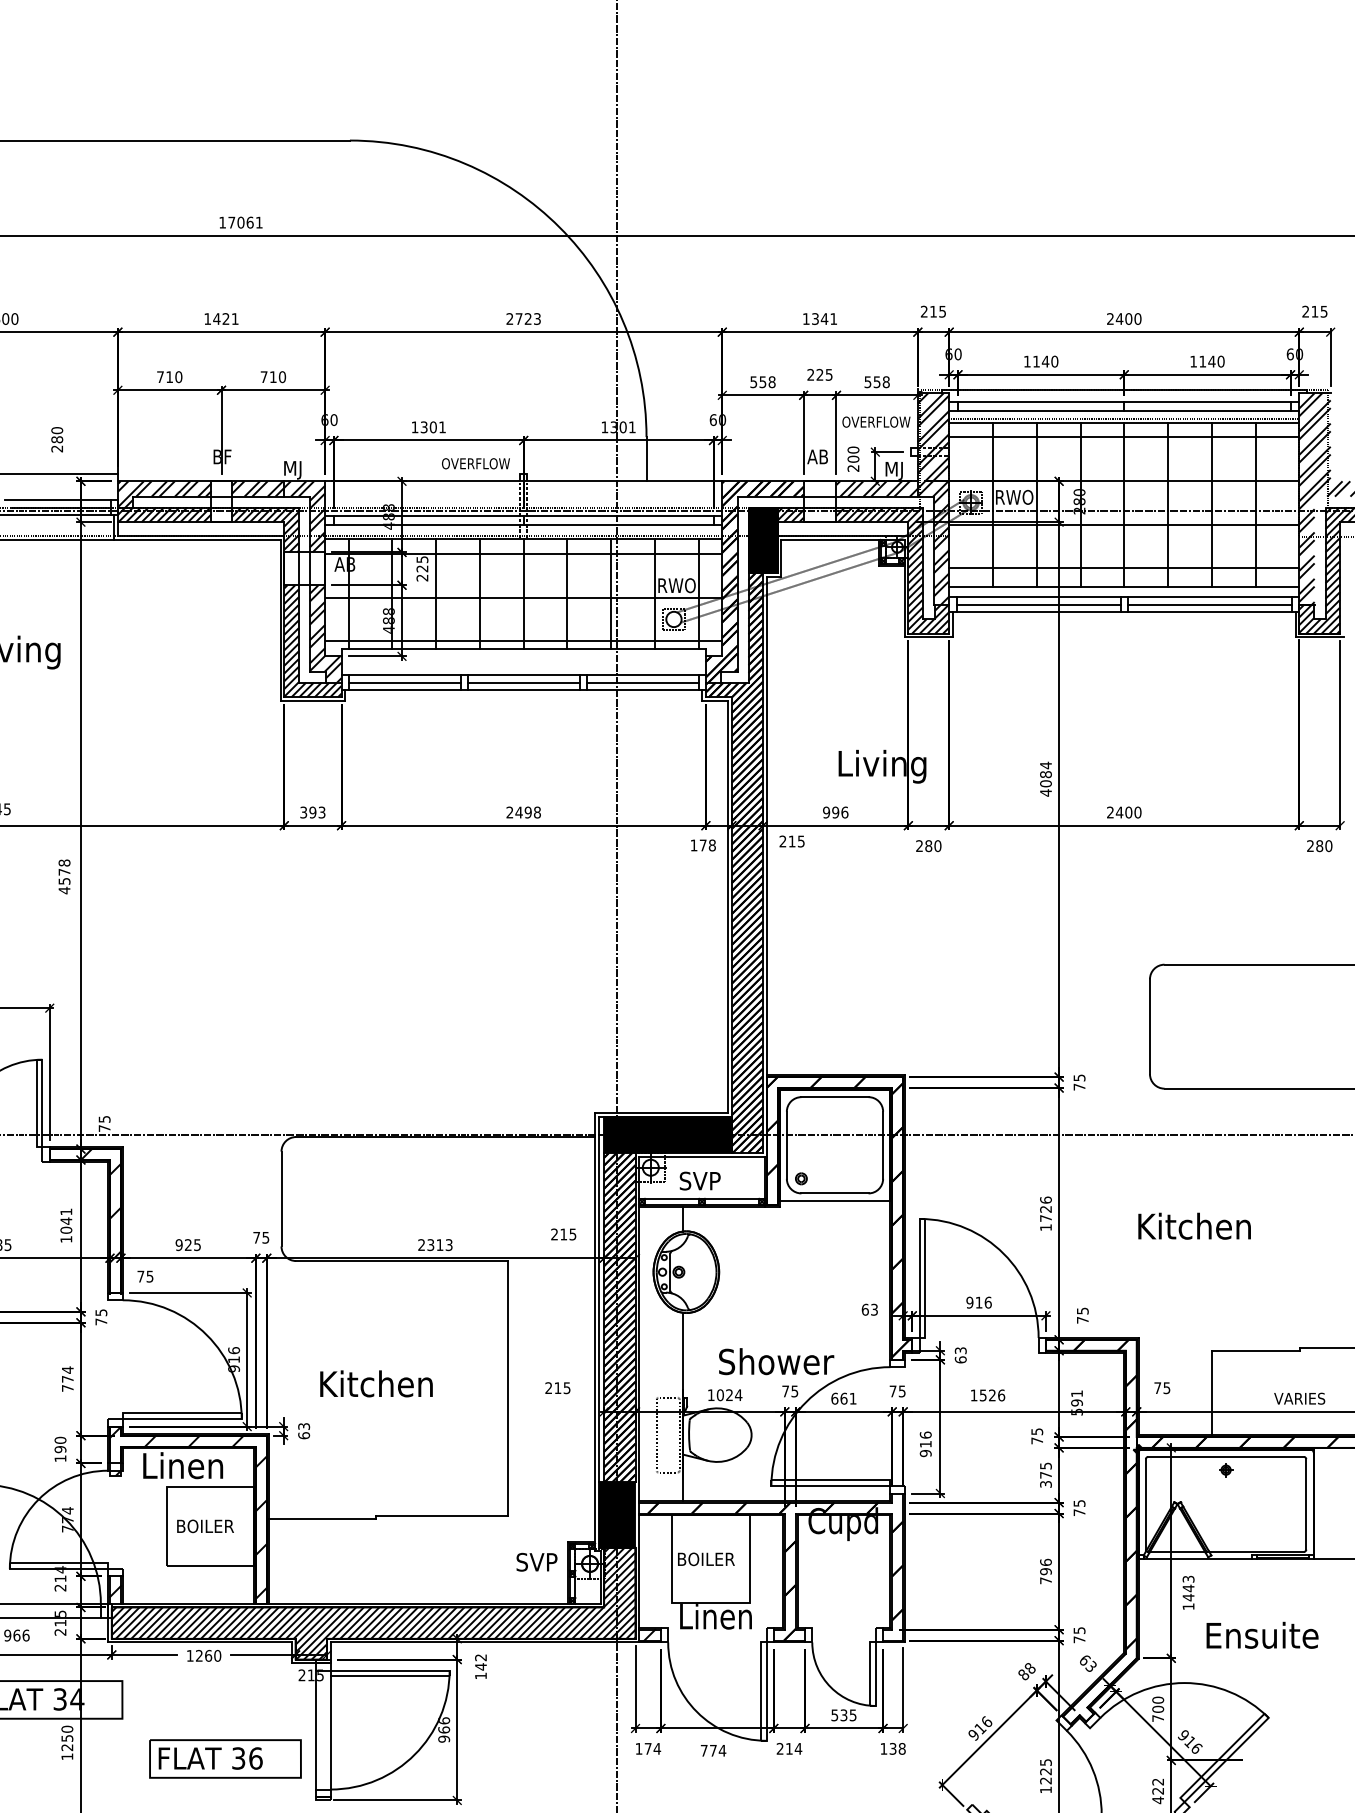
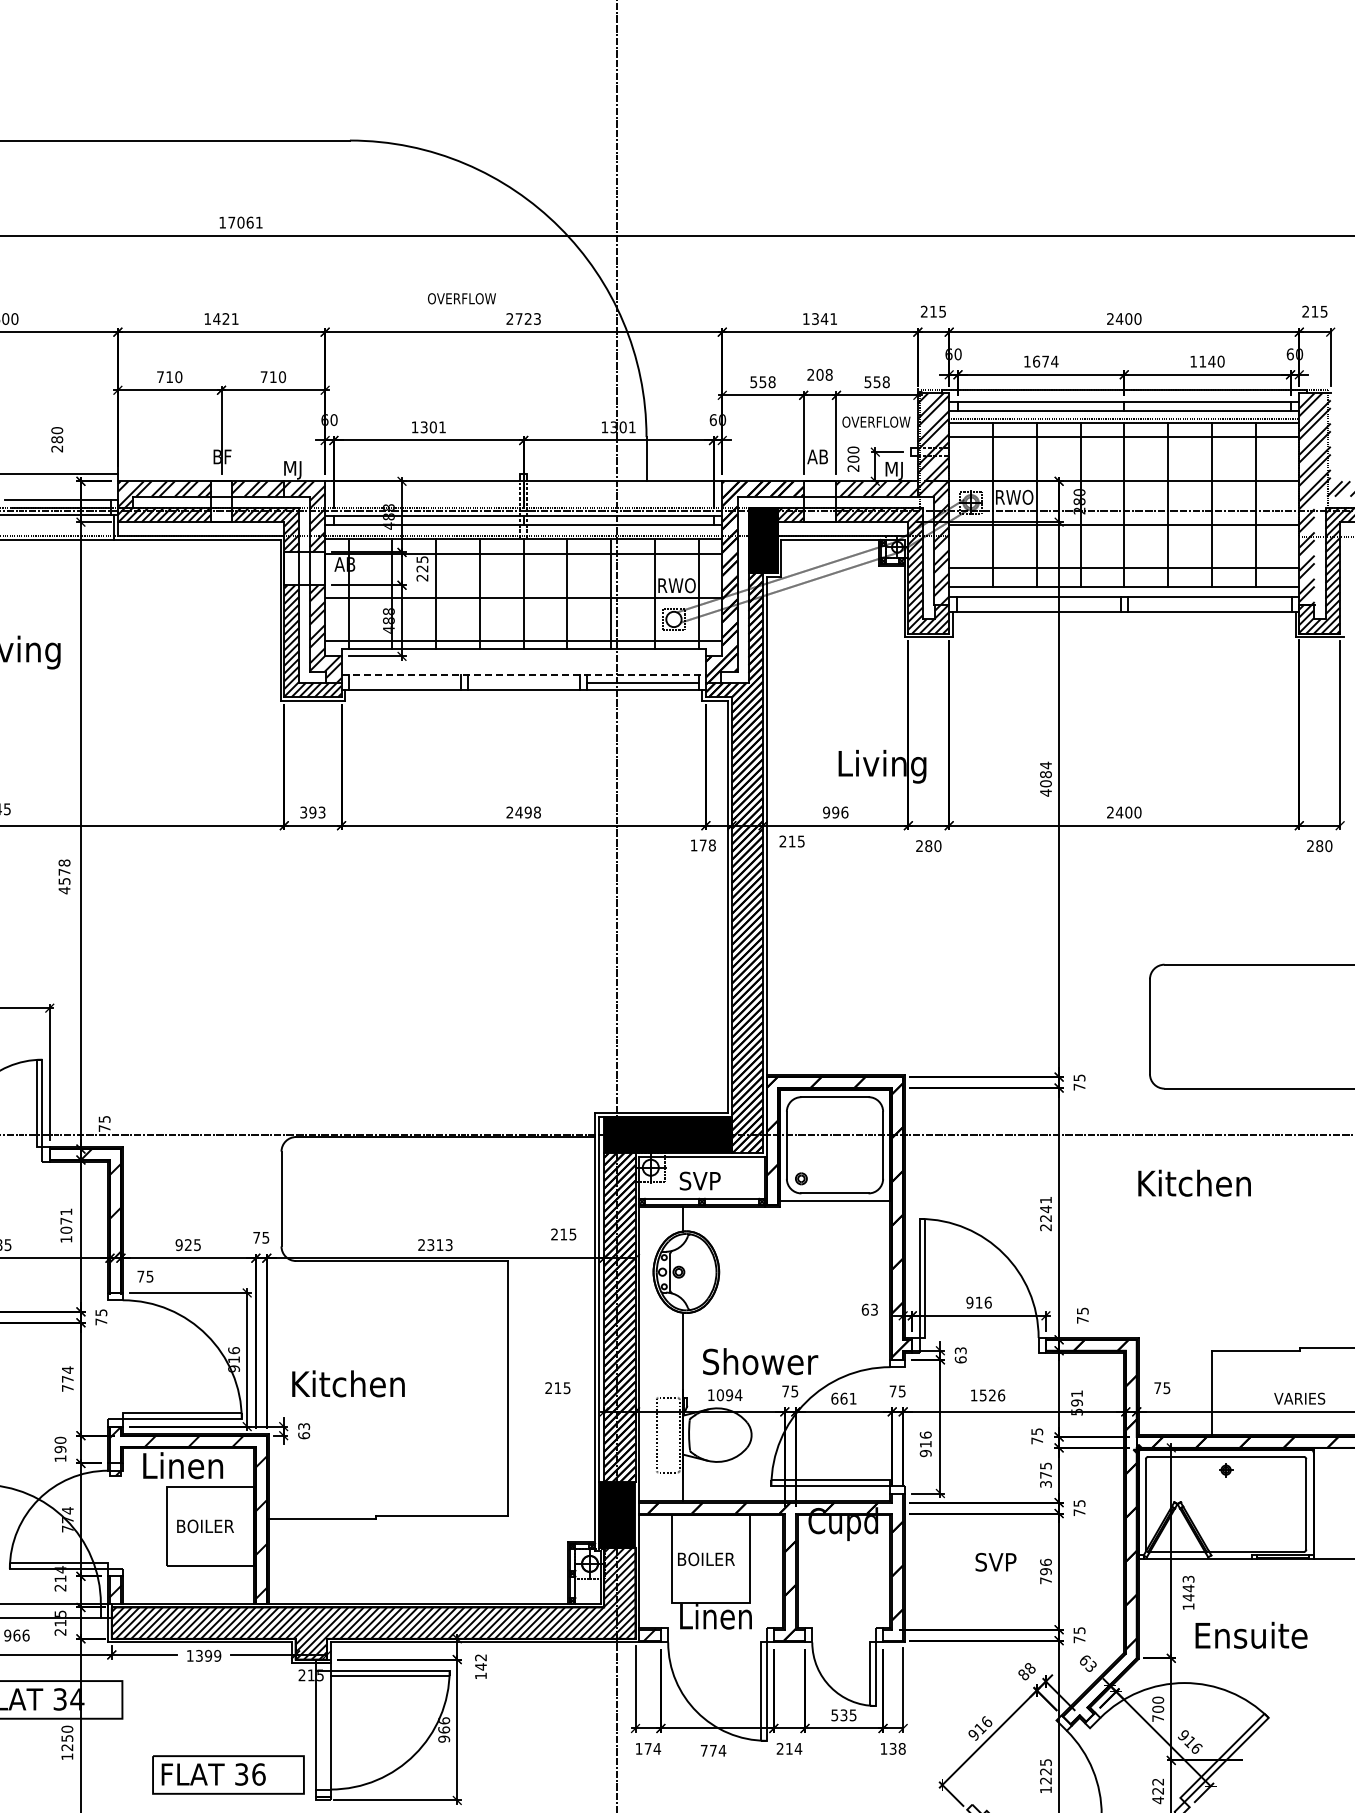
text at (1045, 361): 1140 -> 1674
text at (824, 374): 225 -> 208
text at (475, 463) position: (475, 463) -> (461, 298)
line at (1038, 604): present -> none
line at (1209, 604): present -> none
line at (524, 675): solid -> dashed
line at (404, 682): present -> none
line at (523, 682): present -> none
text at (1045, 1213): 1726 -> 2241
text at (66, 1220): 1041 -> 1071
text at (1194, 1225) position: (1194, 1225) -> (1194, 1182)
text at (776, 1361) position: (776, 1361) -> (760, 1361)
text at (376, 1383) position: (376, 1383) -> (348, 1383)
text at (729, 1395): 1024 -> 1094
text at (536, 1561) position: (536, 1561) -> (995, 1561)
text at (1262, 1634) position: (1262, 1634) -> (1251, 1634)
text at (208, 1655): 1260 -> 1399
part at (225, 1758) position: (225, 1758) -> (228, 1774)
